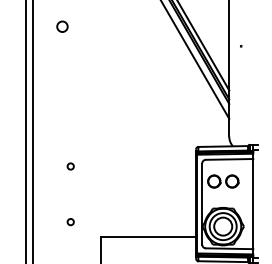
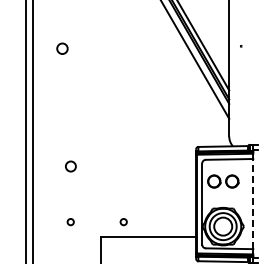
circle at (62, 26) position: (62, 26) -> (62, 48)
circle at (70, 166) size: 9x9 px -> 12x13 px
line at (253, 203): solid -> dashed
circle at (123, 222): none -> present
